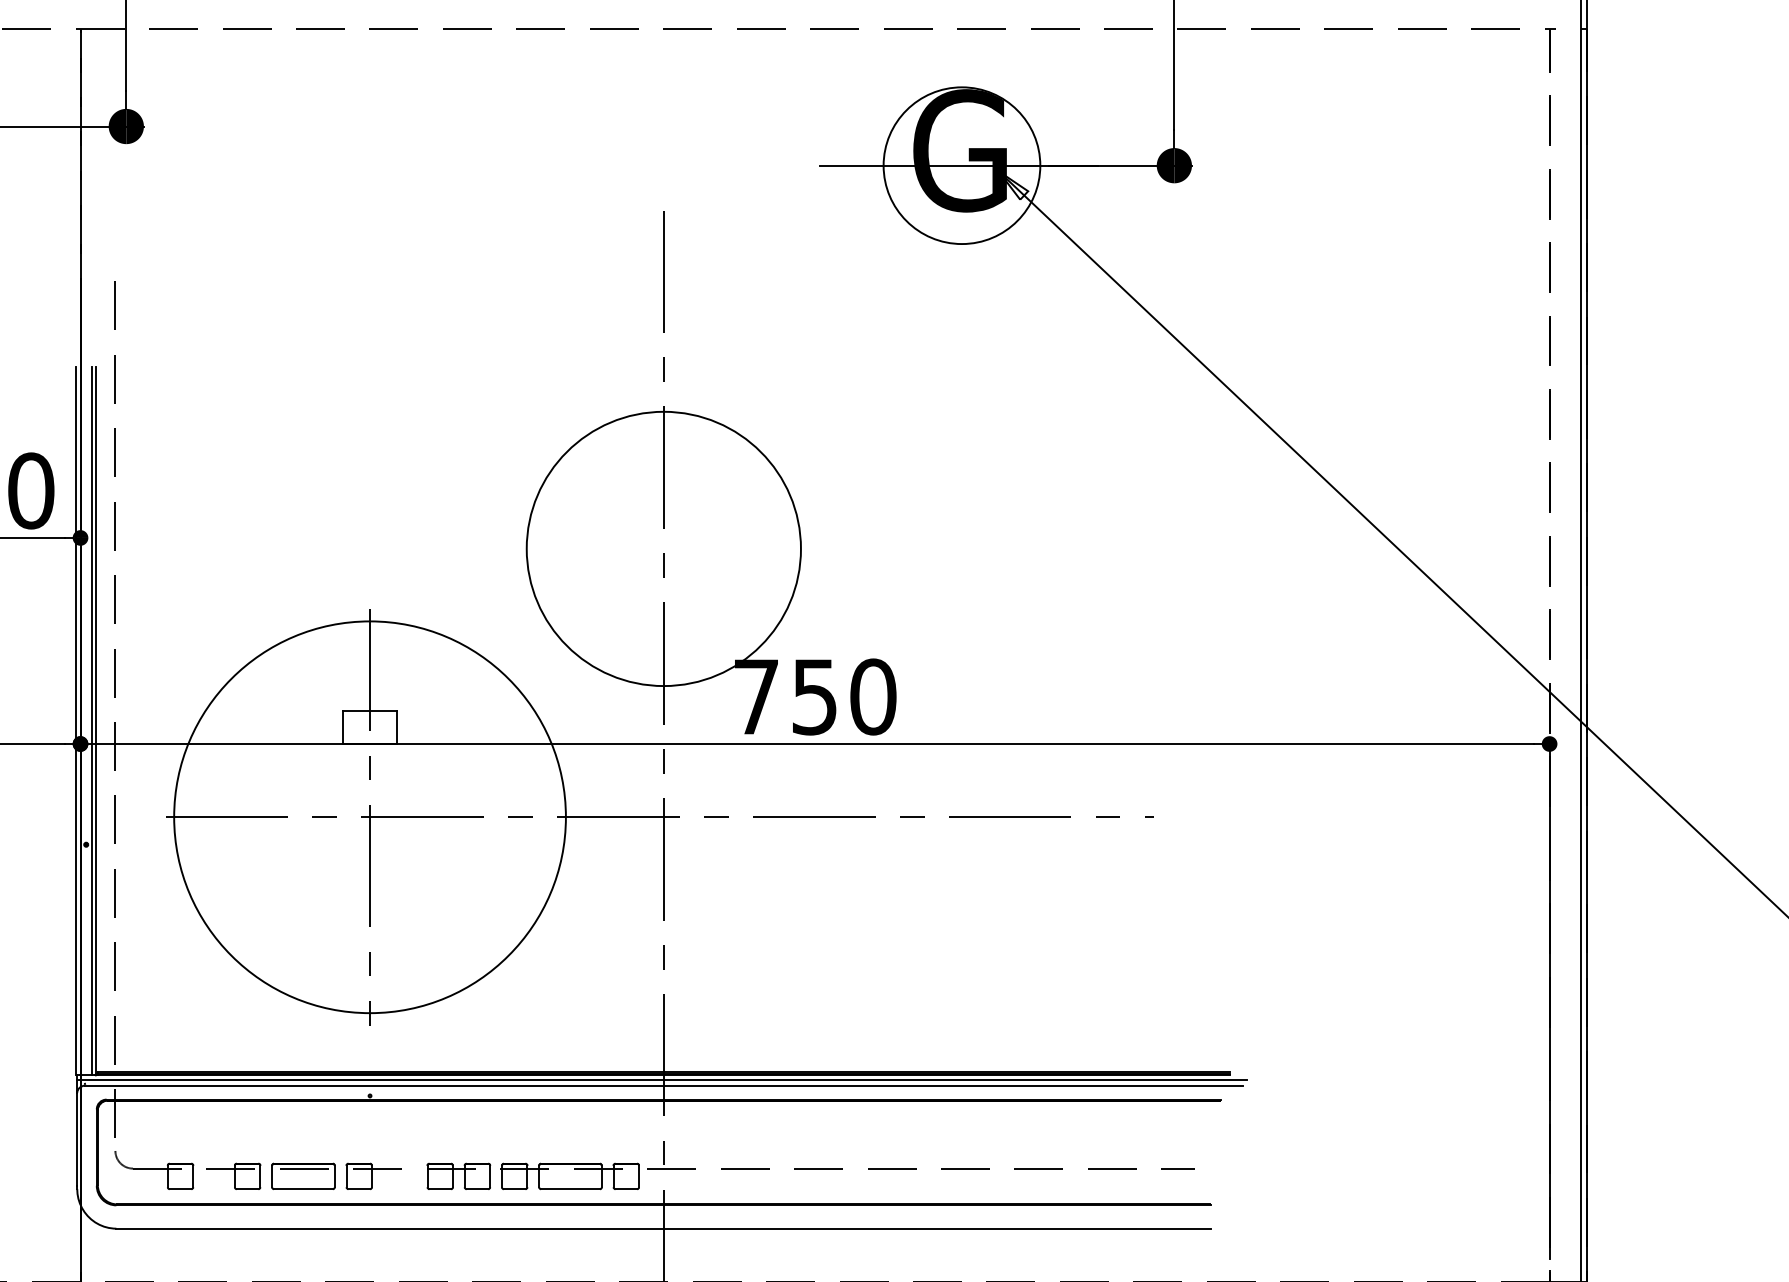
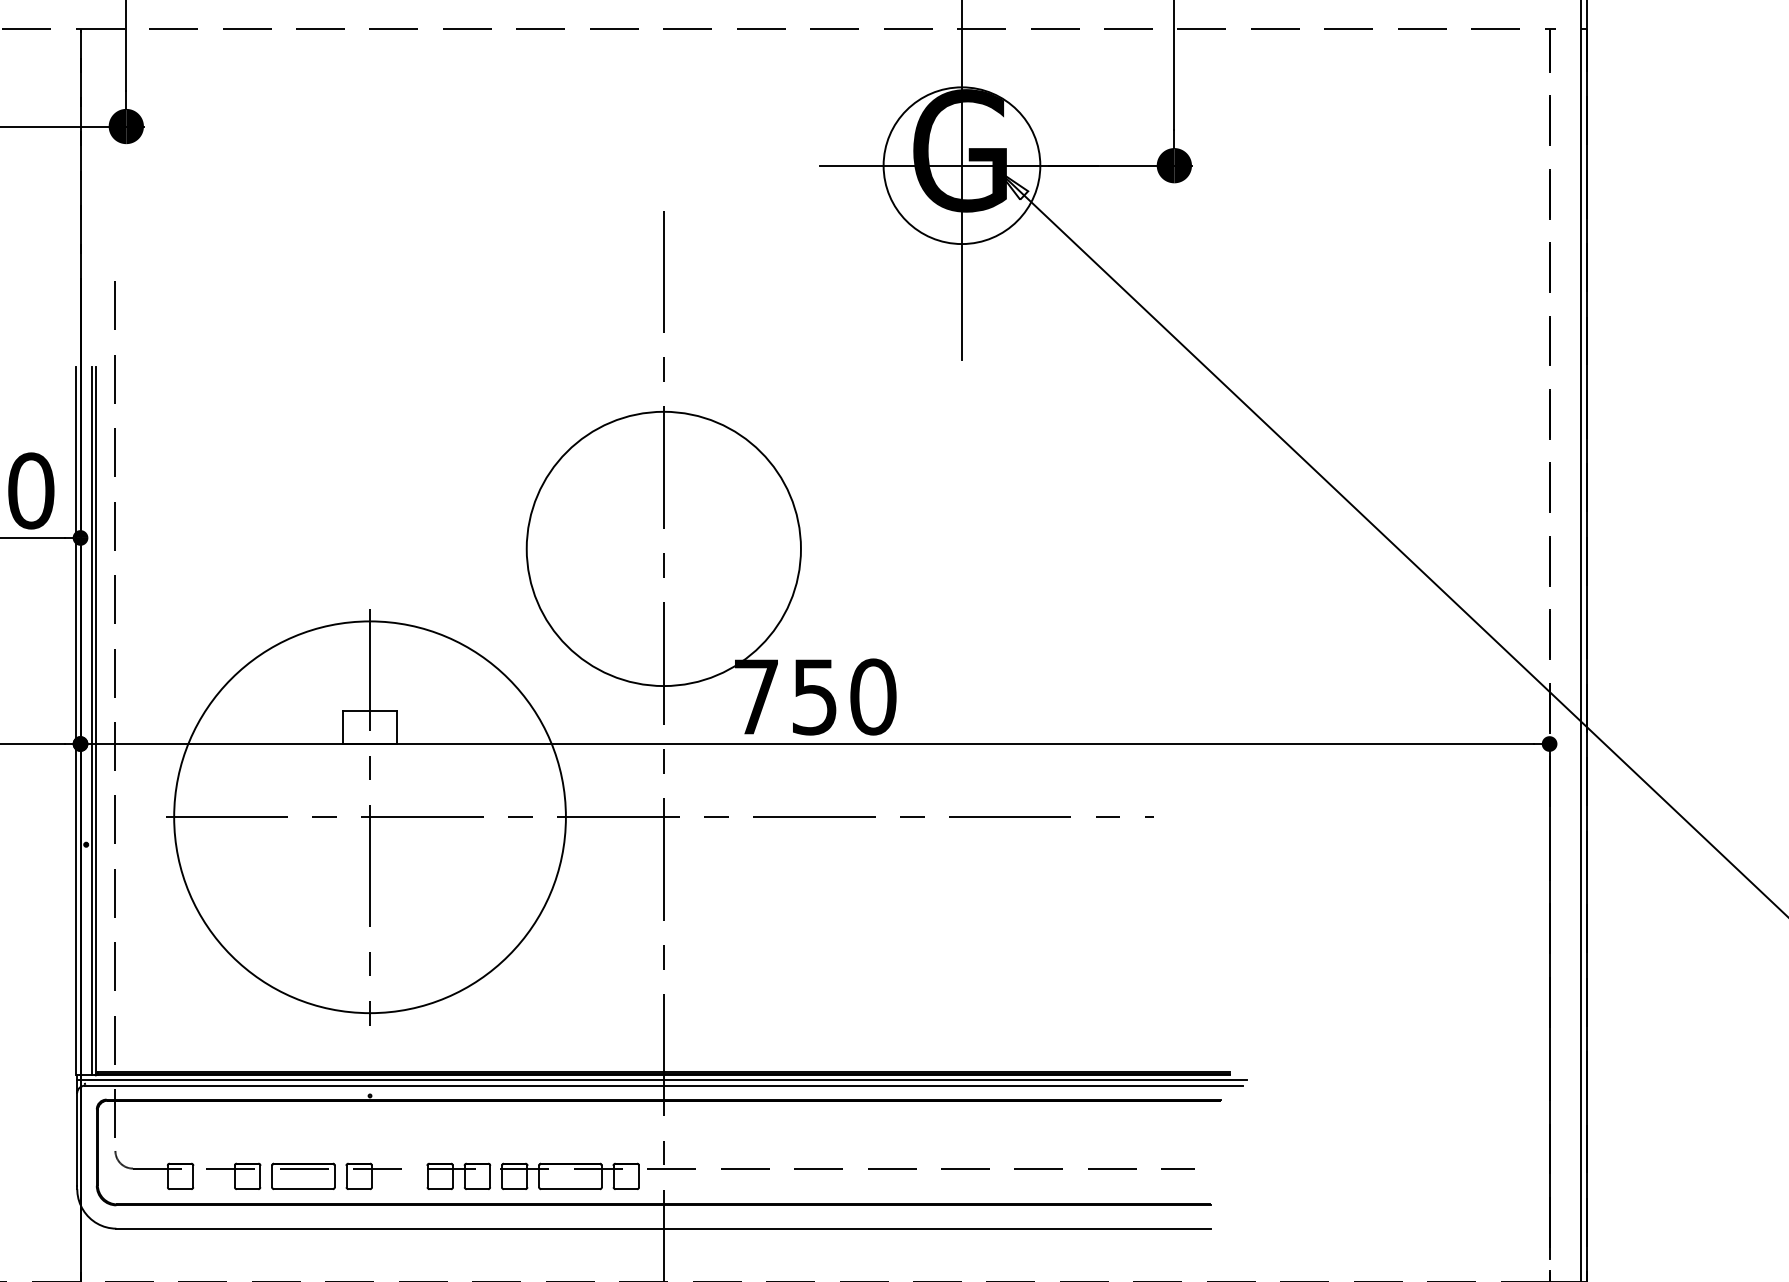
line at (961, 181): none -> present
